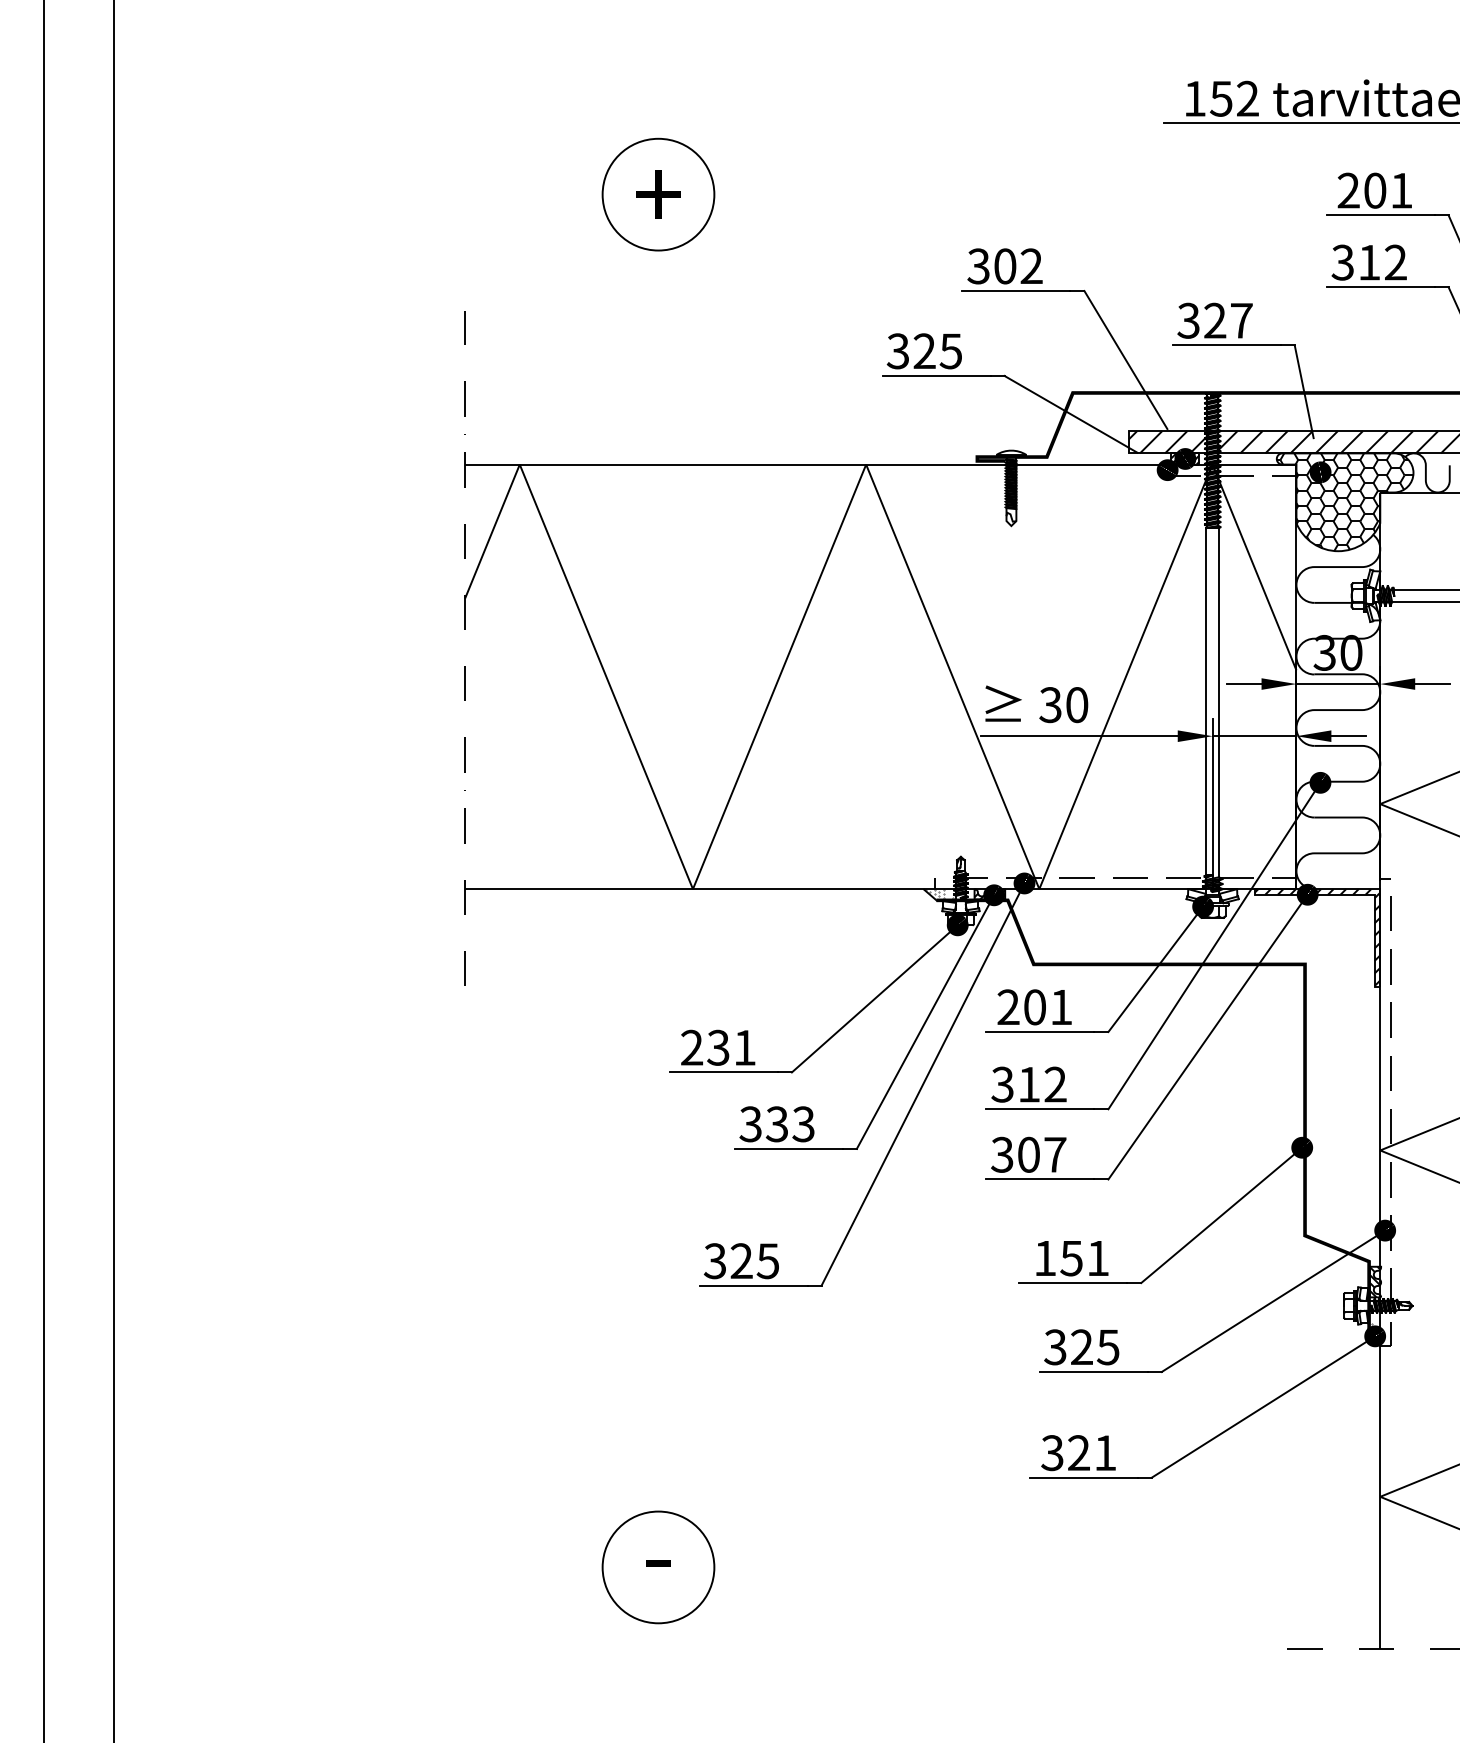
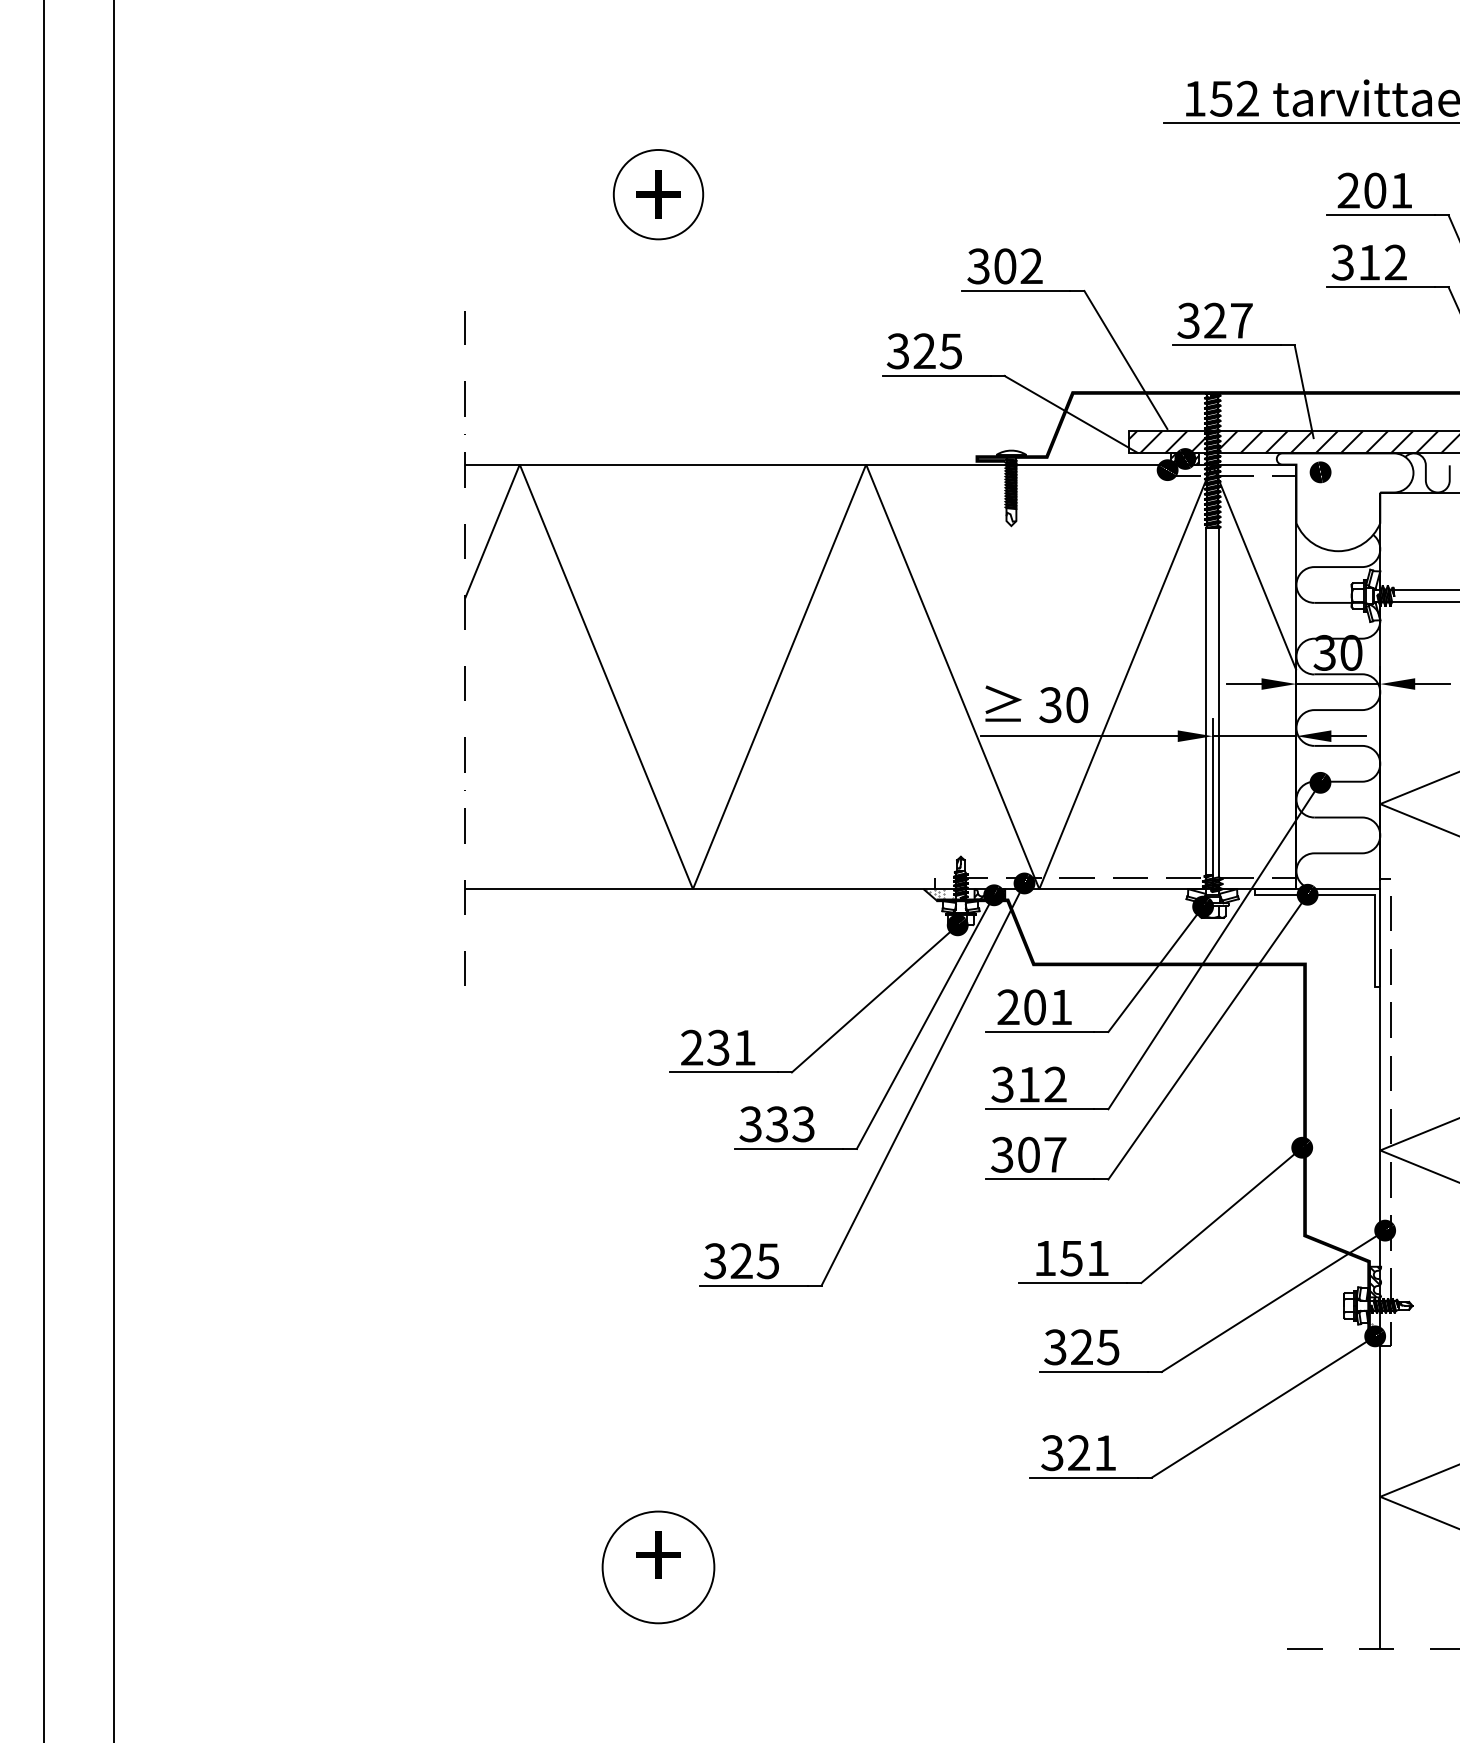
circle at (658, 194) diameter: 112 px -> 89 px
hatch at (1344, 502): present -> none
hatch at (1317, 937): present -> none
text at (658, 1554): - -> +
